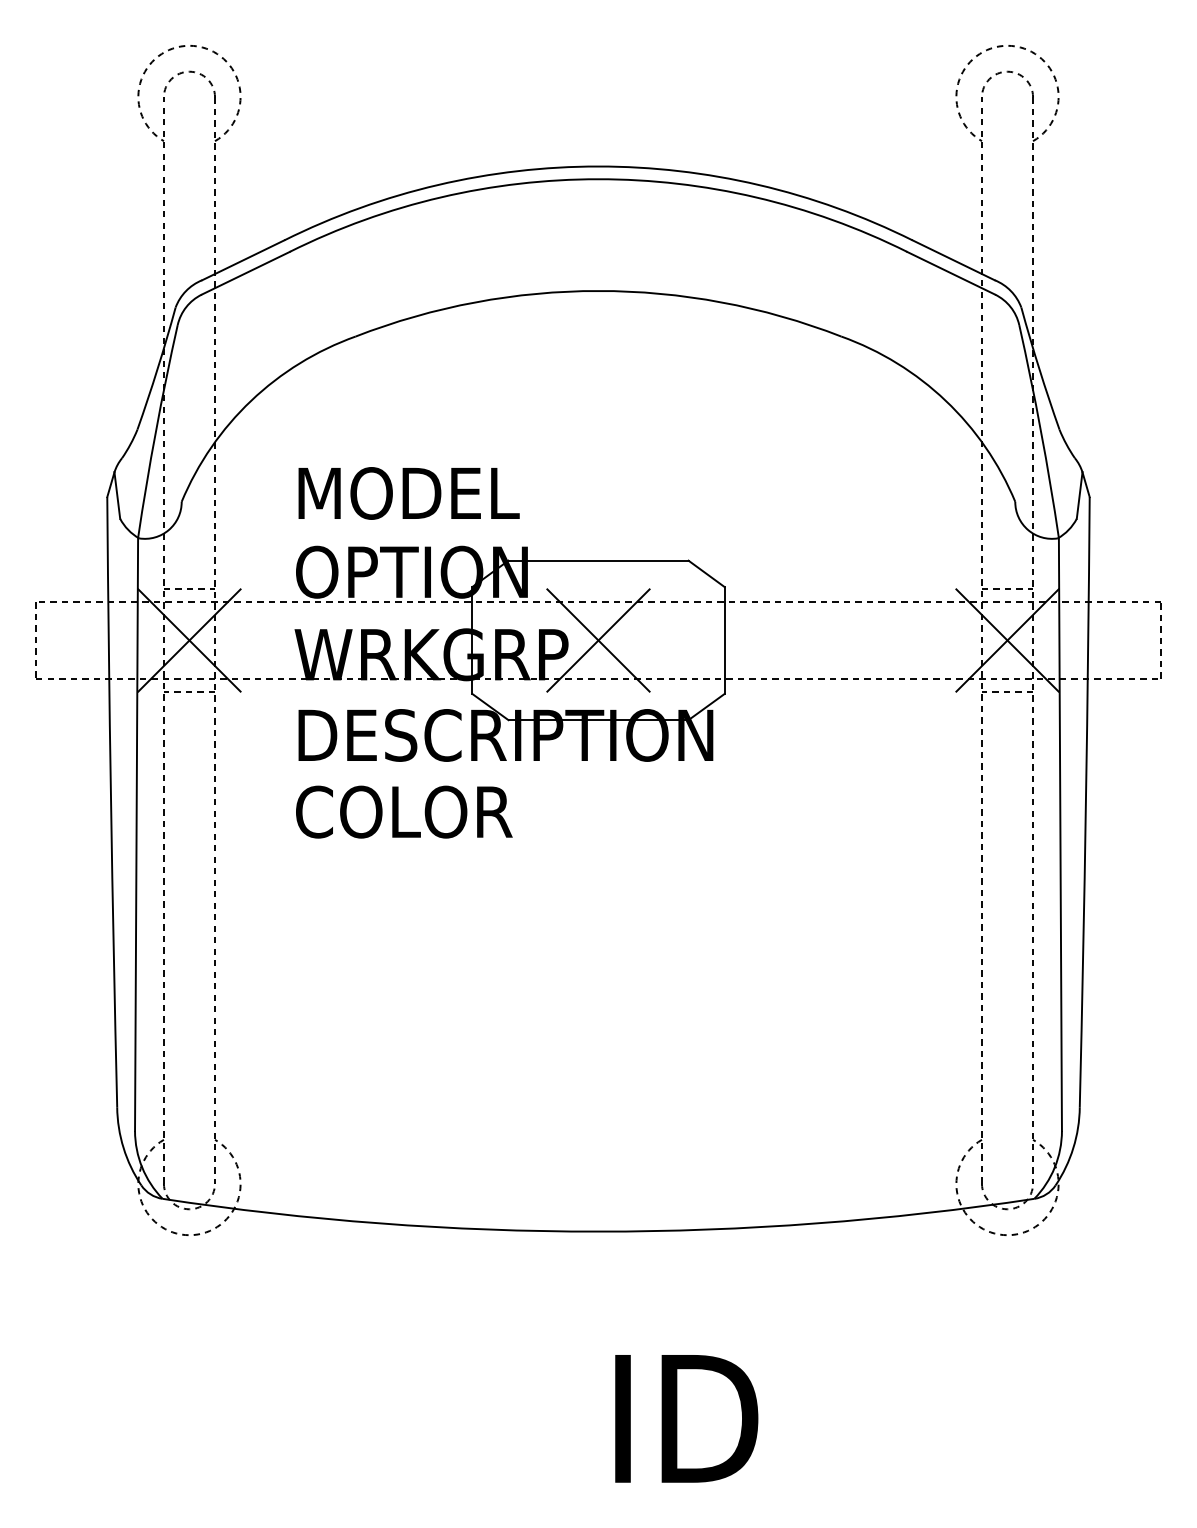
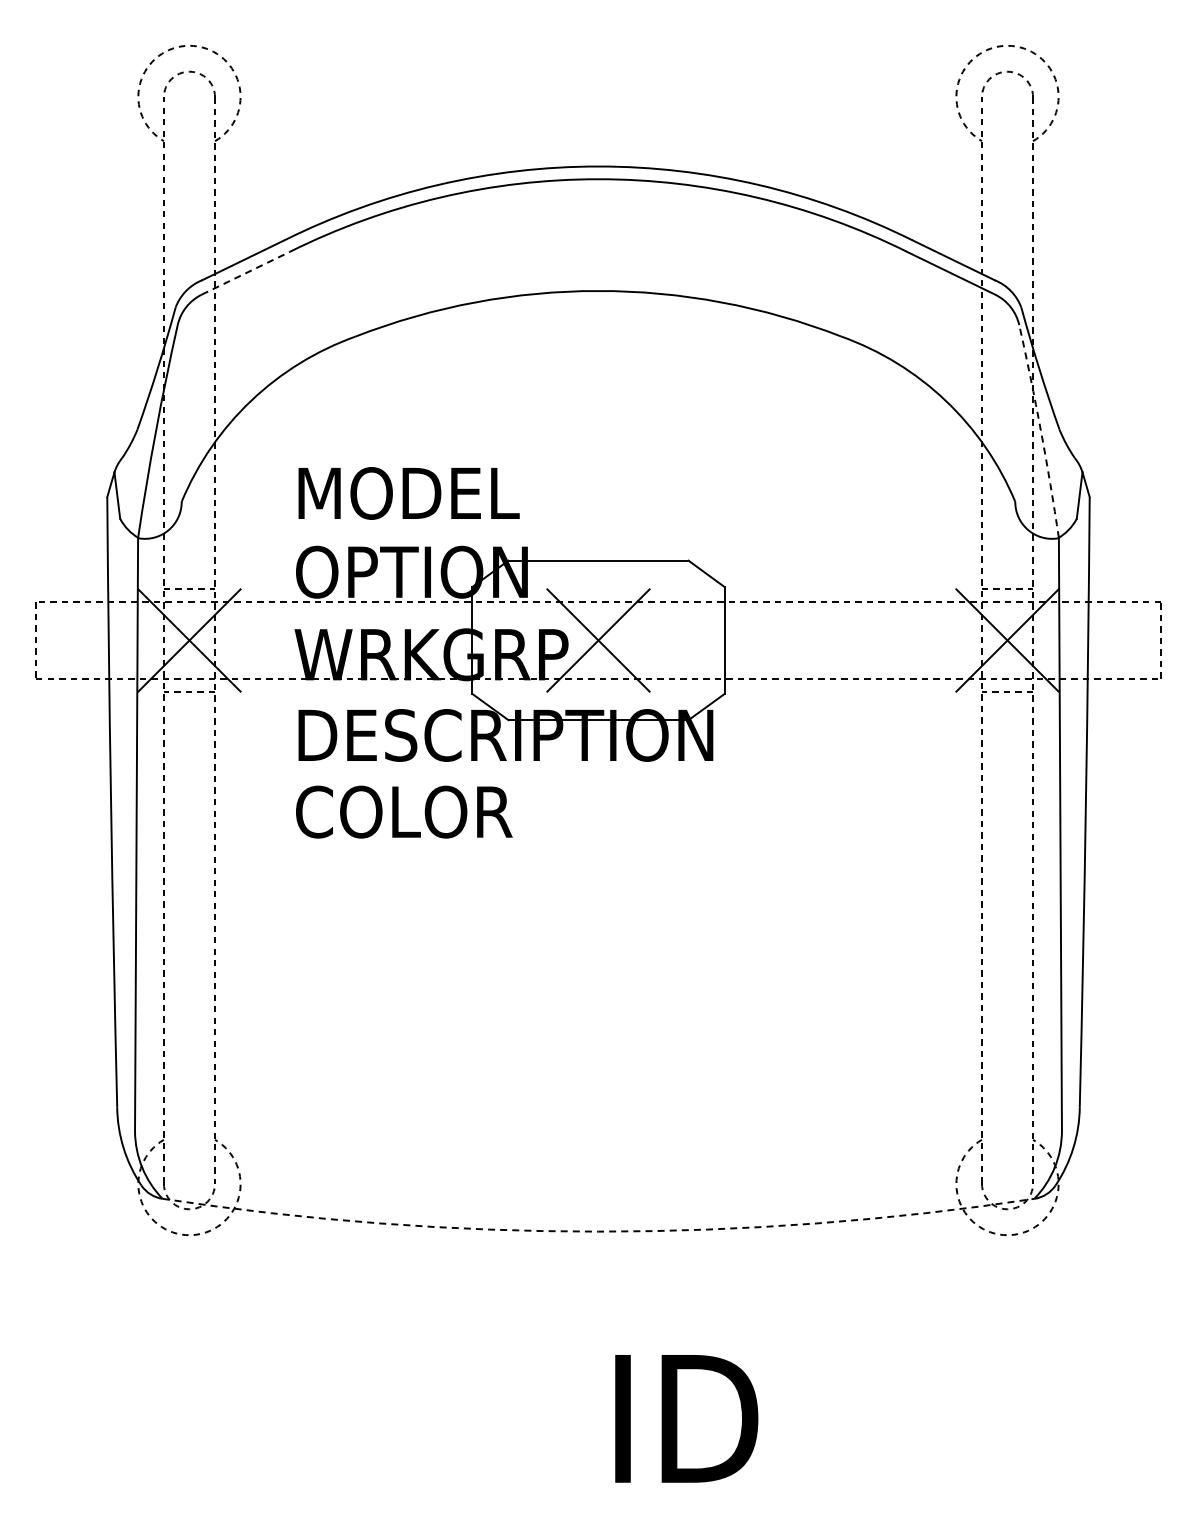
line at (245, 273): solid -> dashed
arc at (1041, 431): solid -> dashed
arc at (598, 1231): solid -> dashed
